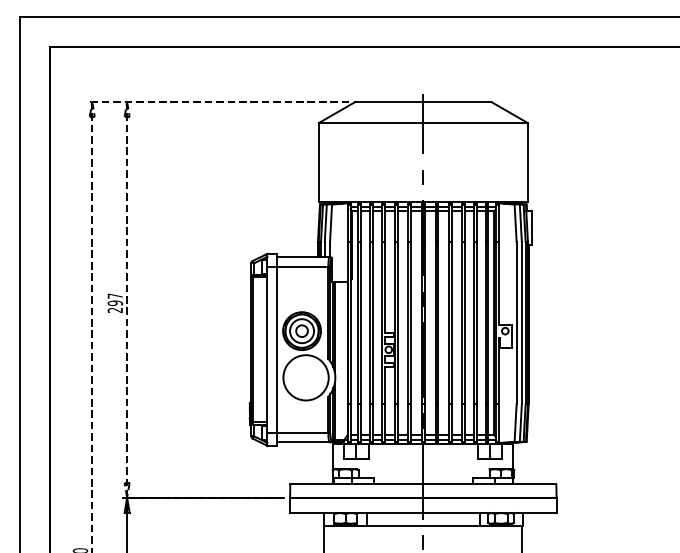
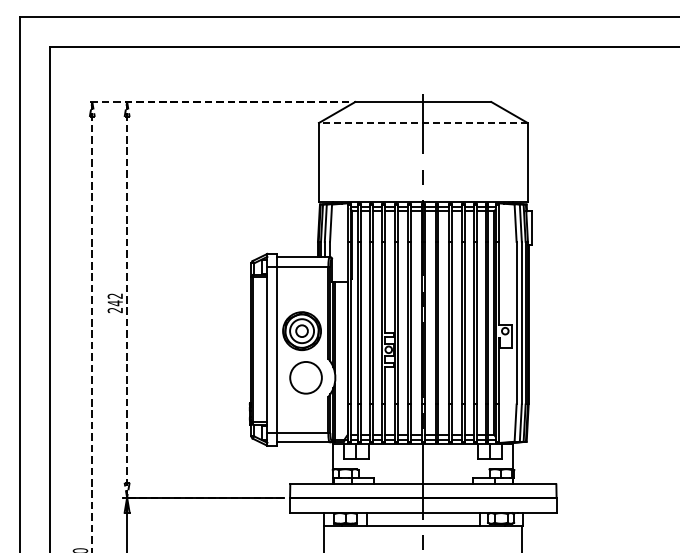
line at (422, 122): solid -> dashed
text at (114, 299): 297 -> 242
circle at (305, 377) diameter: 45 px -> 32 px
